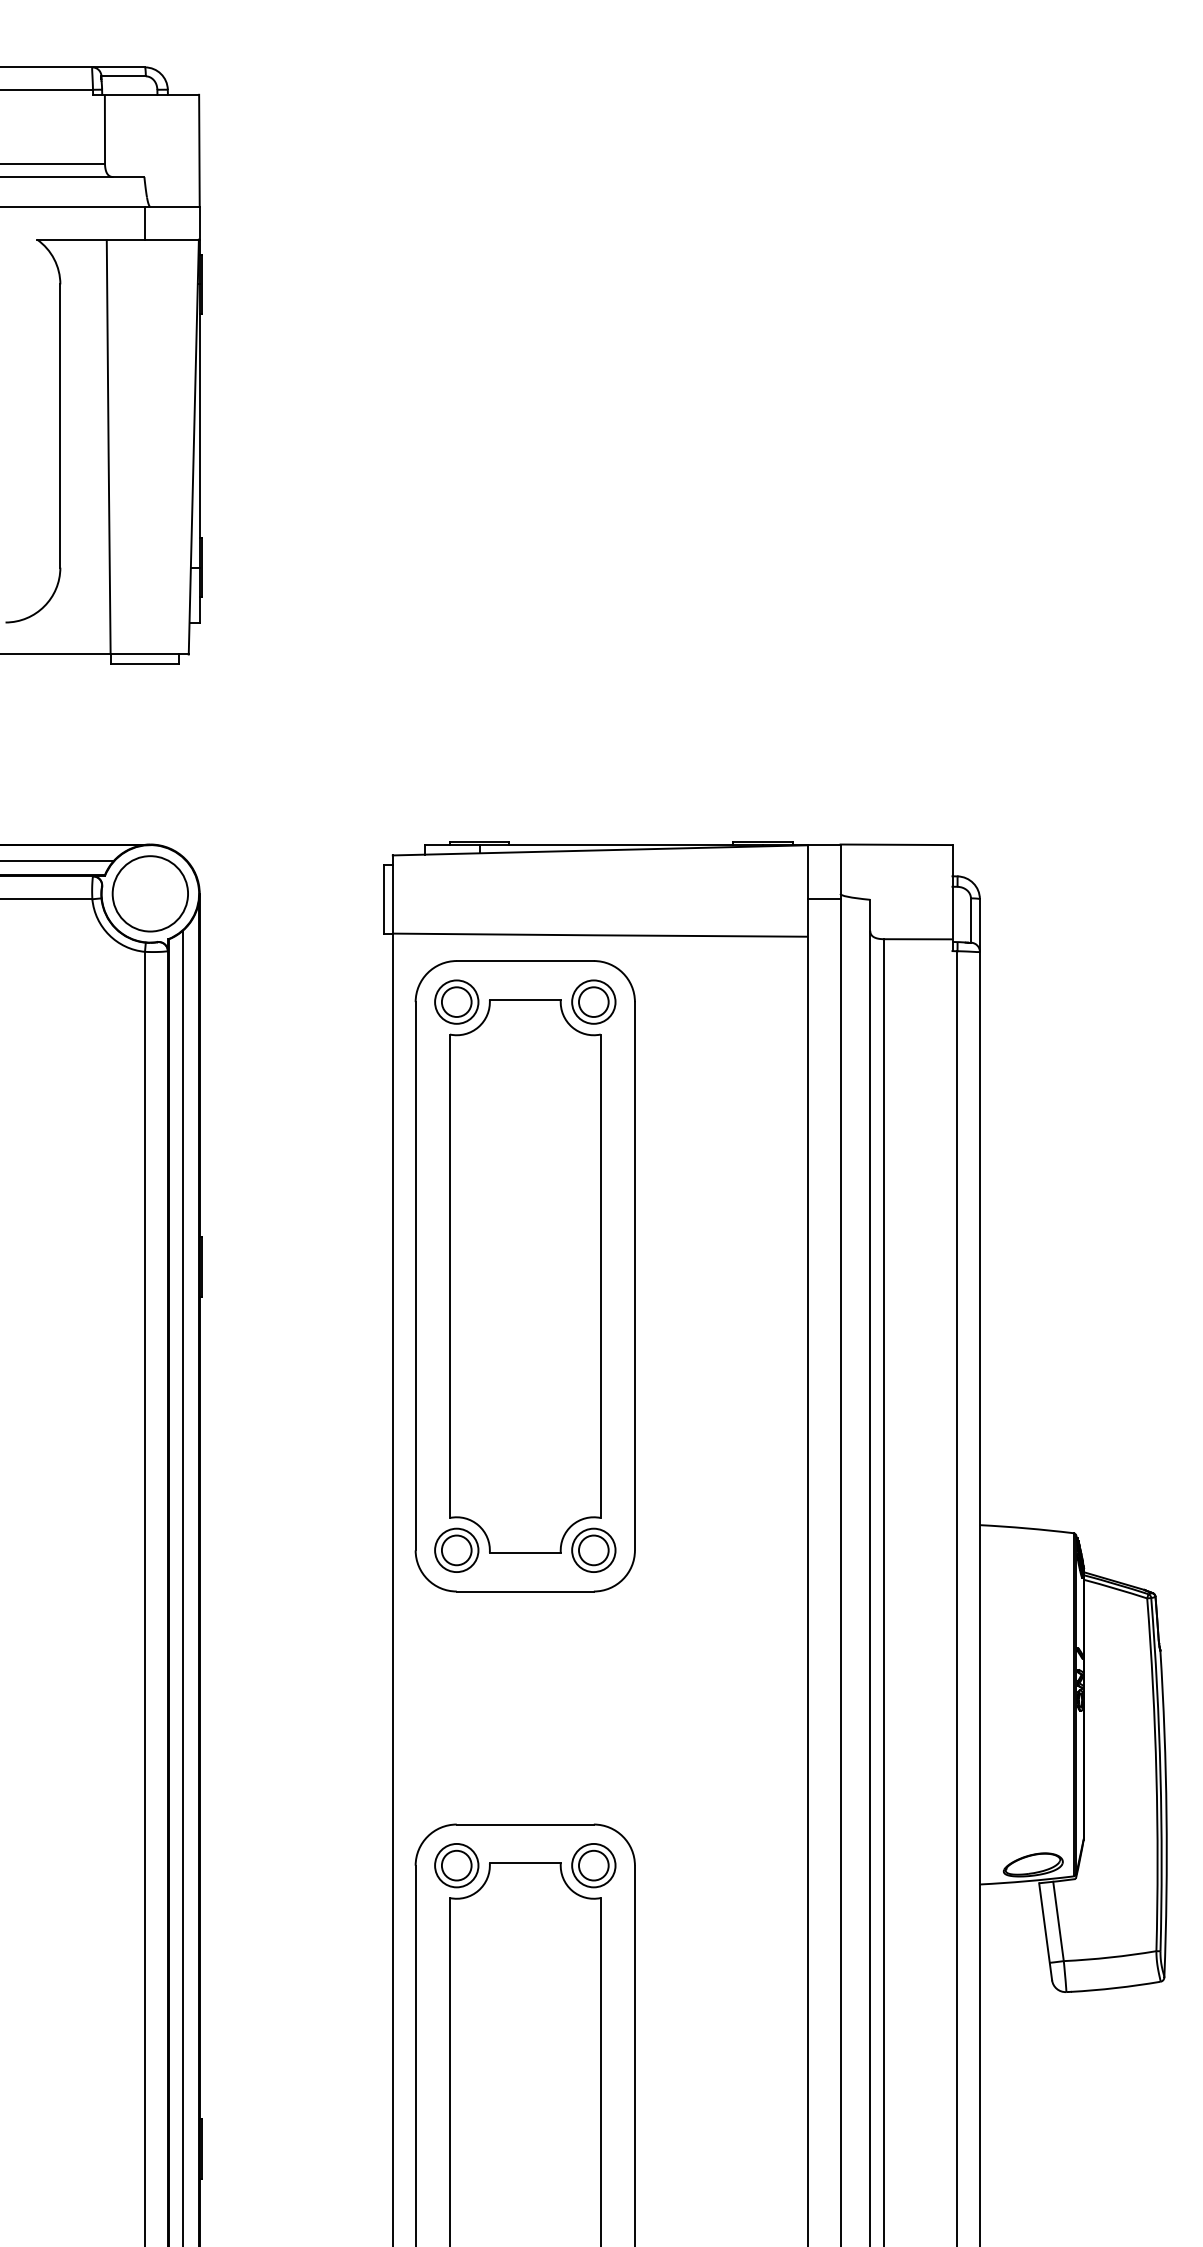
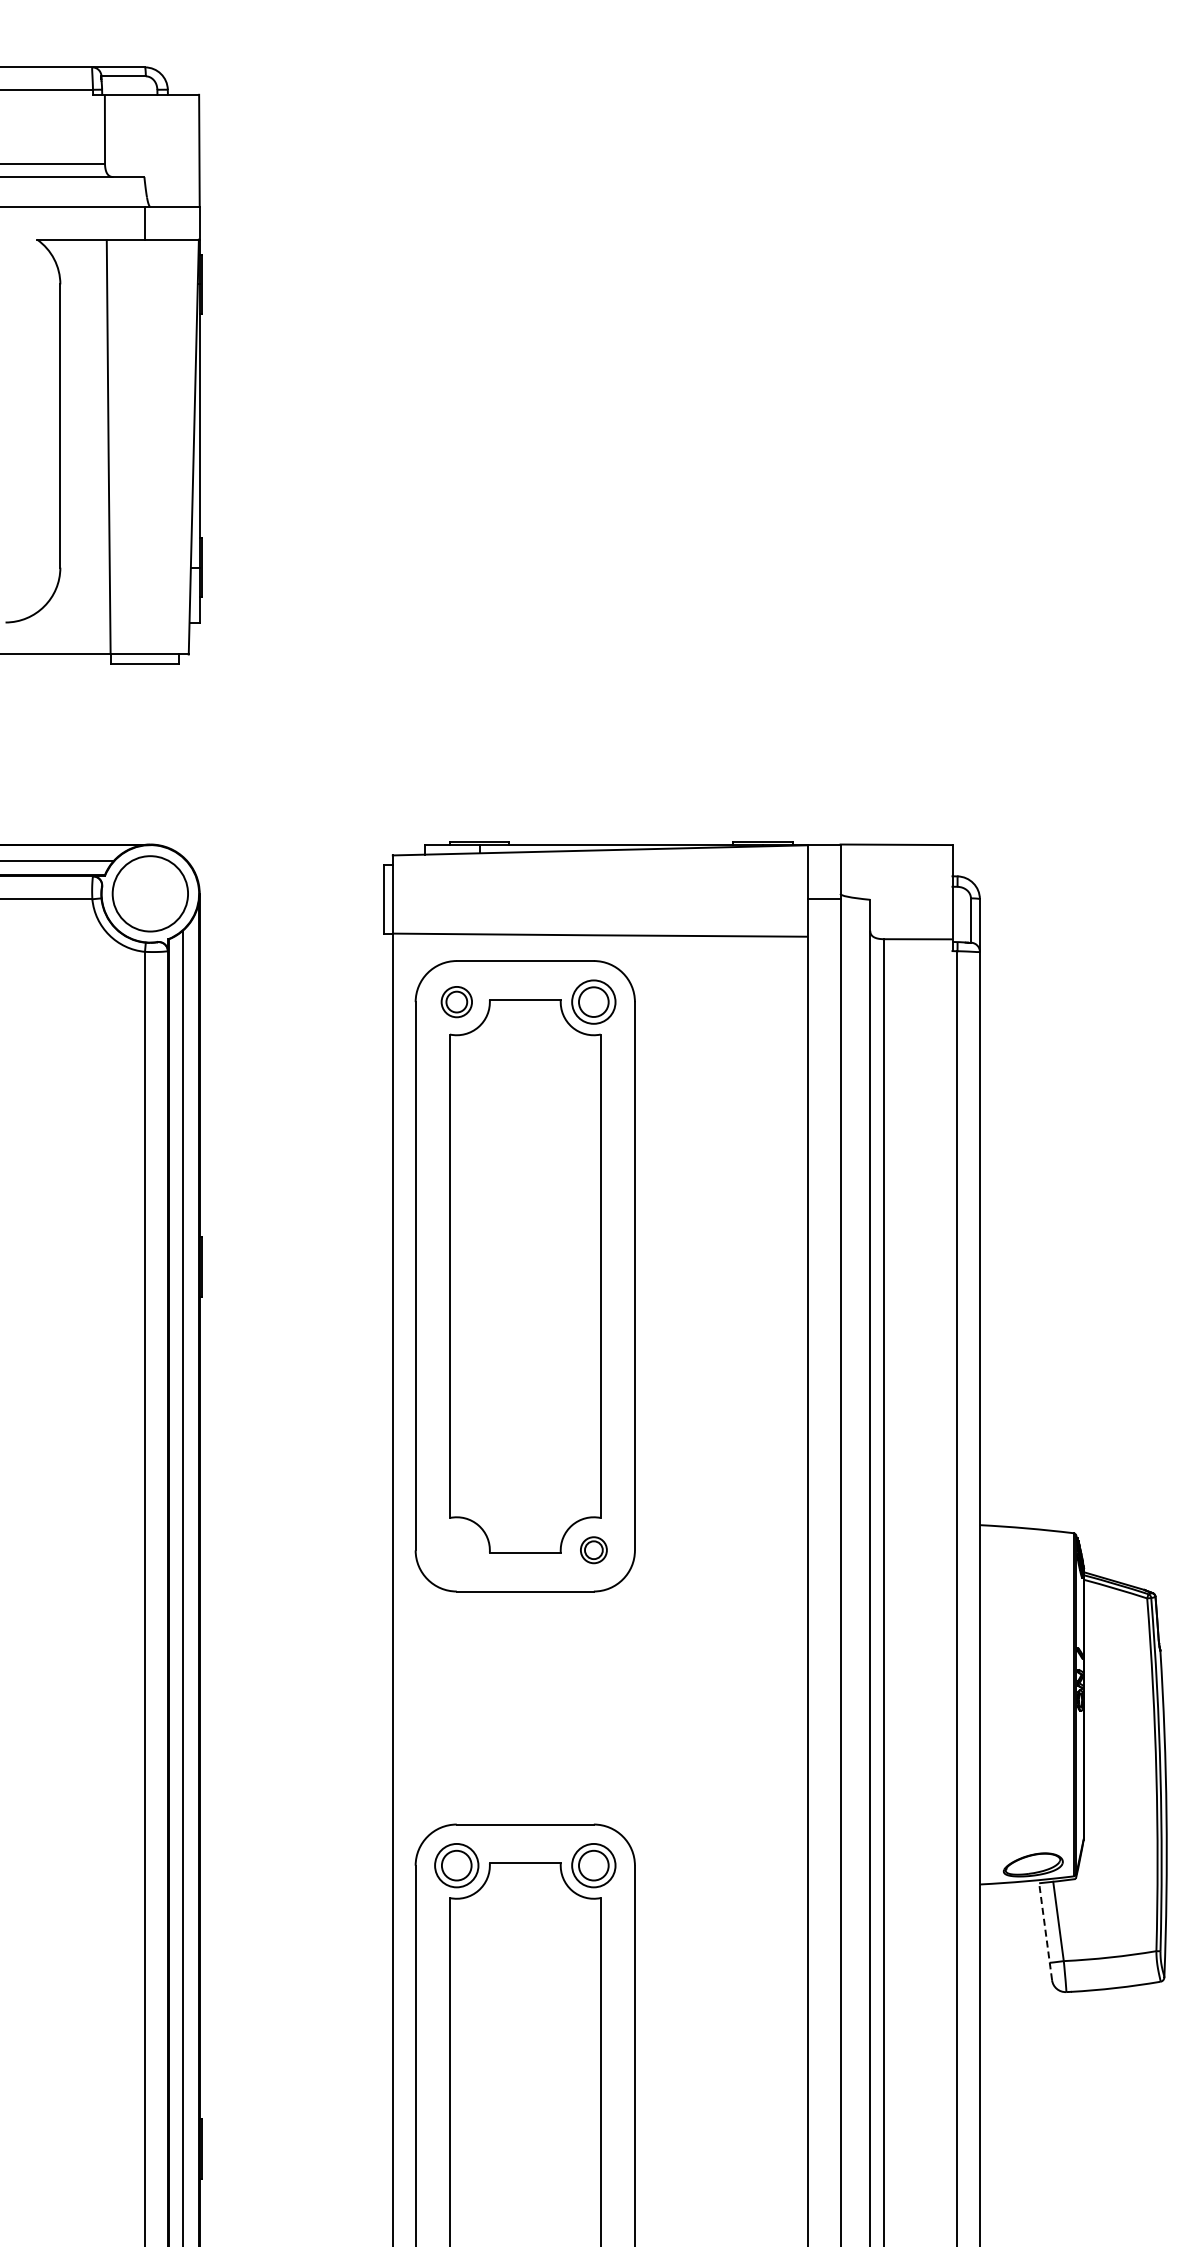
part at (456, 1001) size: 46x46 px -> 33x33 px
part at (456, 1549): present -> none
part at (593, 1549) size: 46x46 px -> 28x29 px
line at (1045, 1931): solid -> dashed
